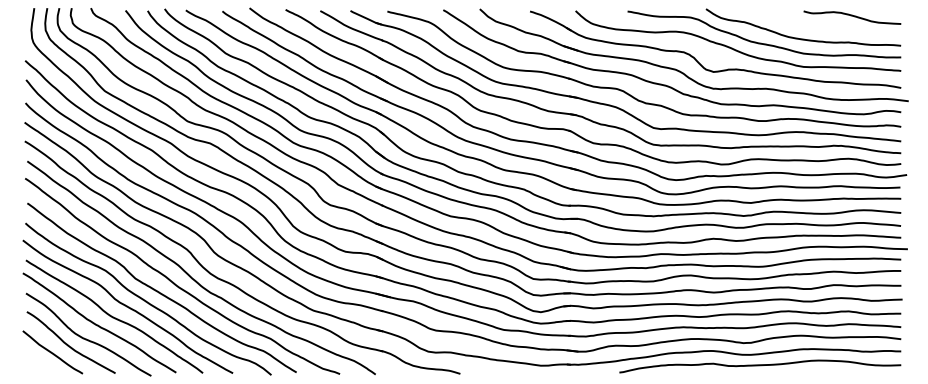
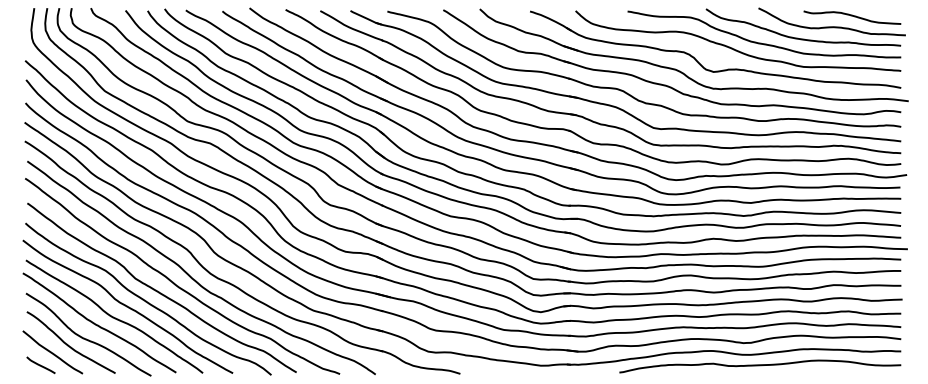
curve at (831, 26): none -> present
line at (40, 365): none -> present
